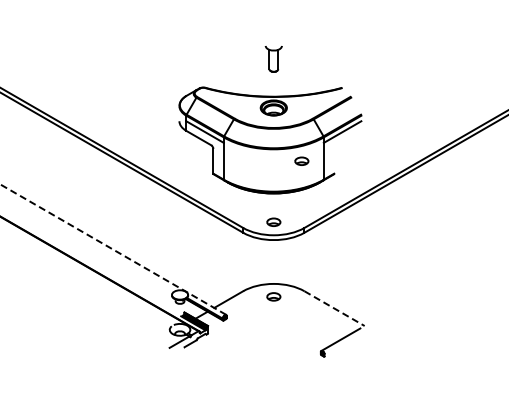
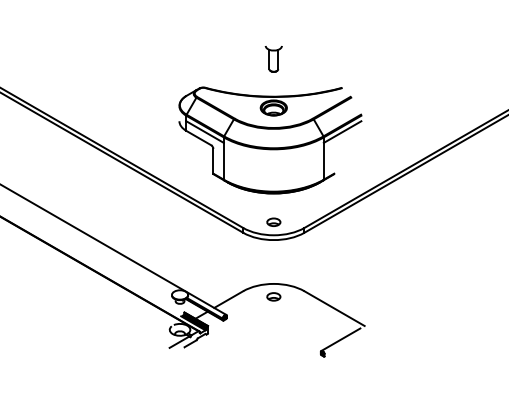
part at (301, 160): present -> none
line at (113, 249): dashed -> solid
line at (334, 308): dashed -> solid
